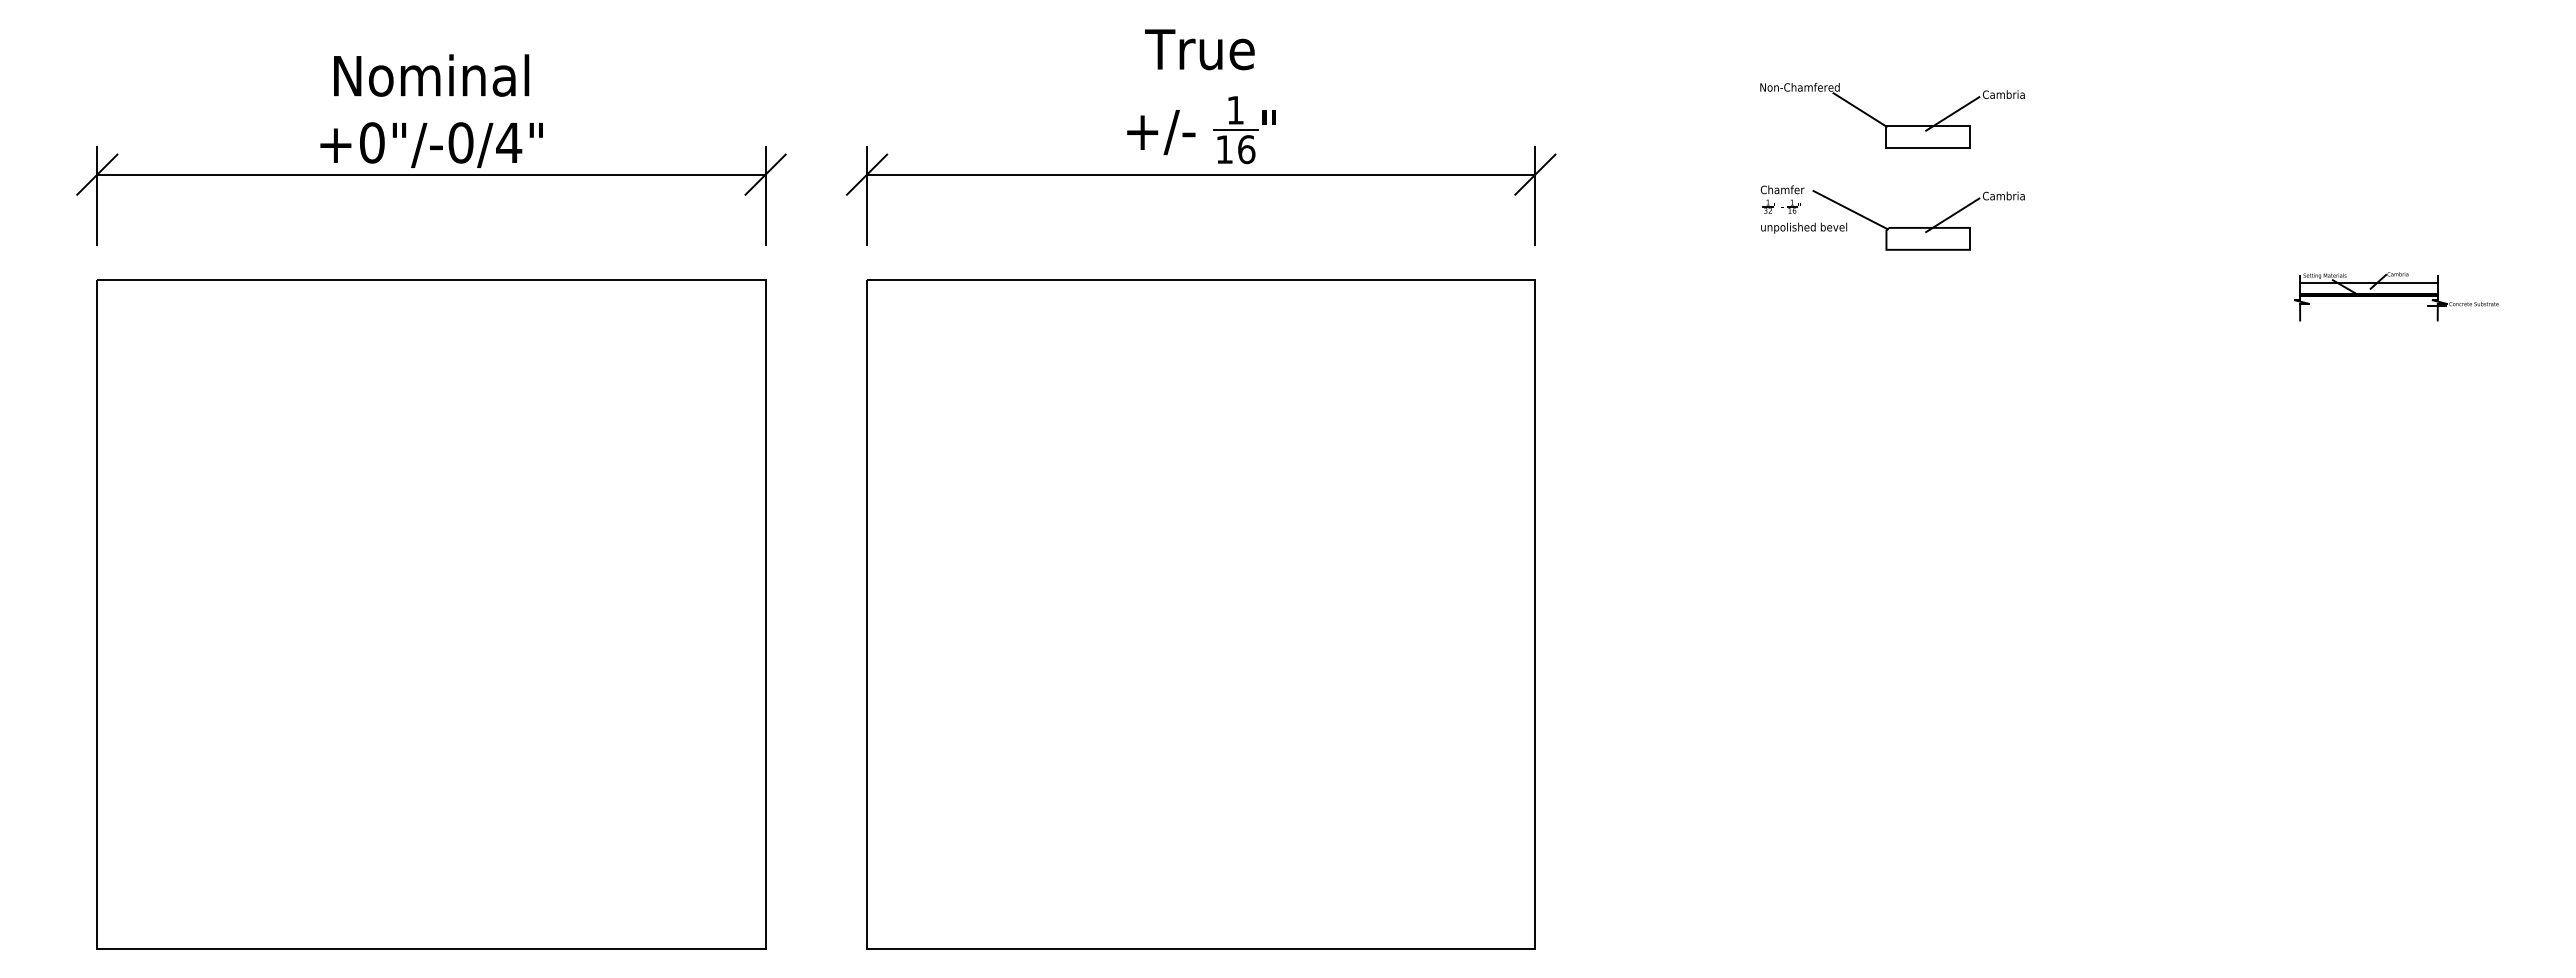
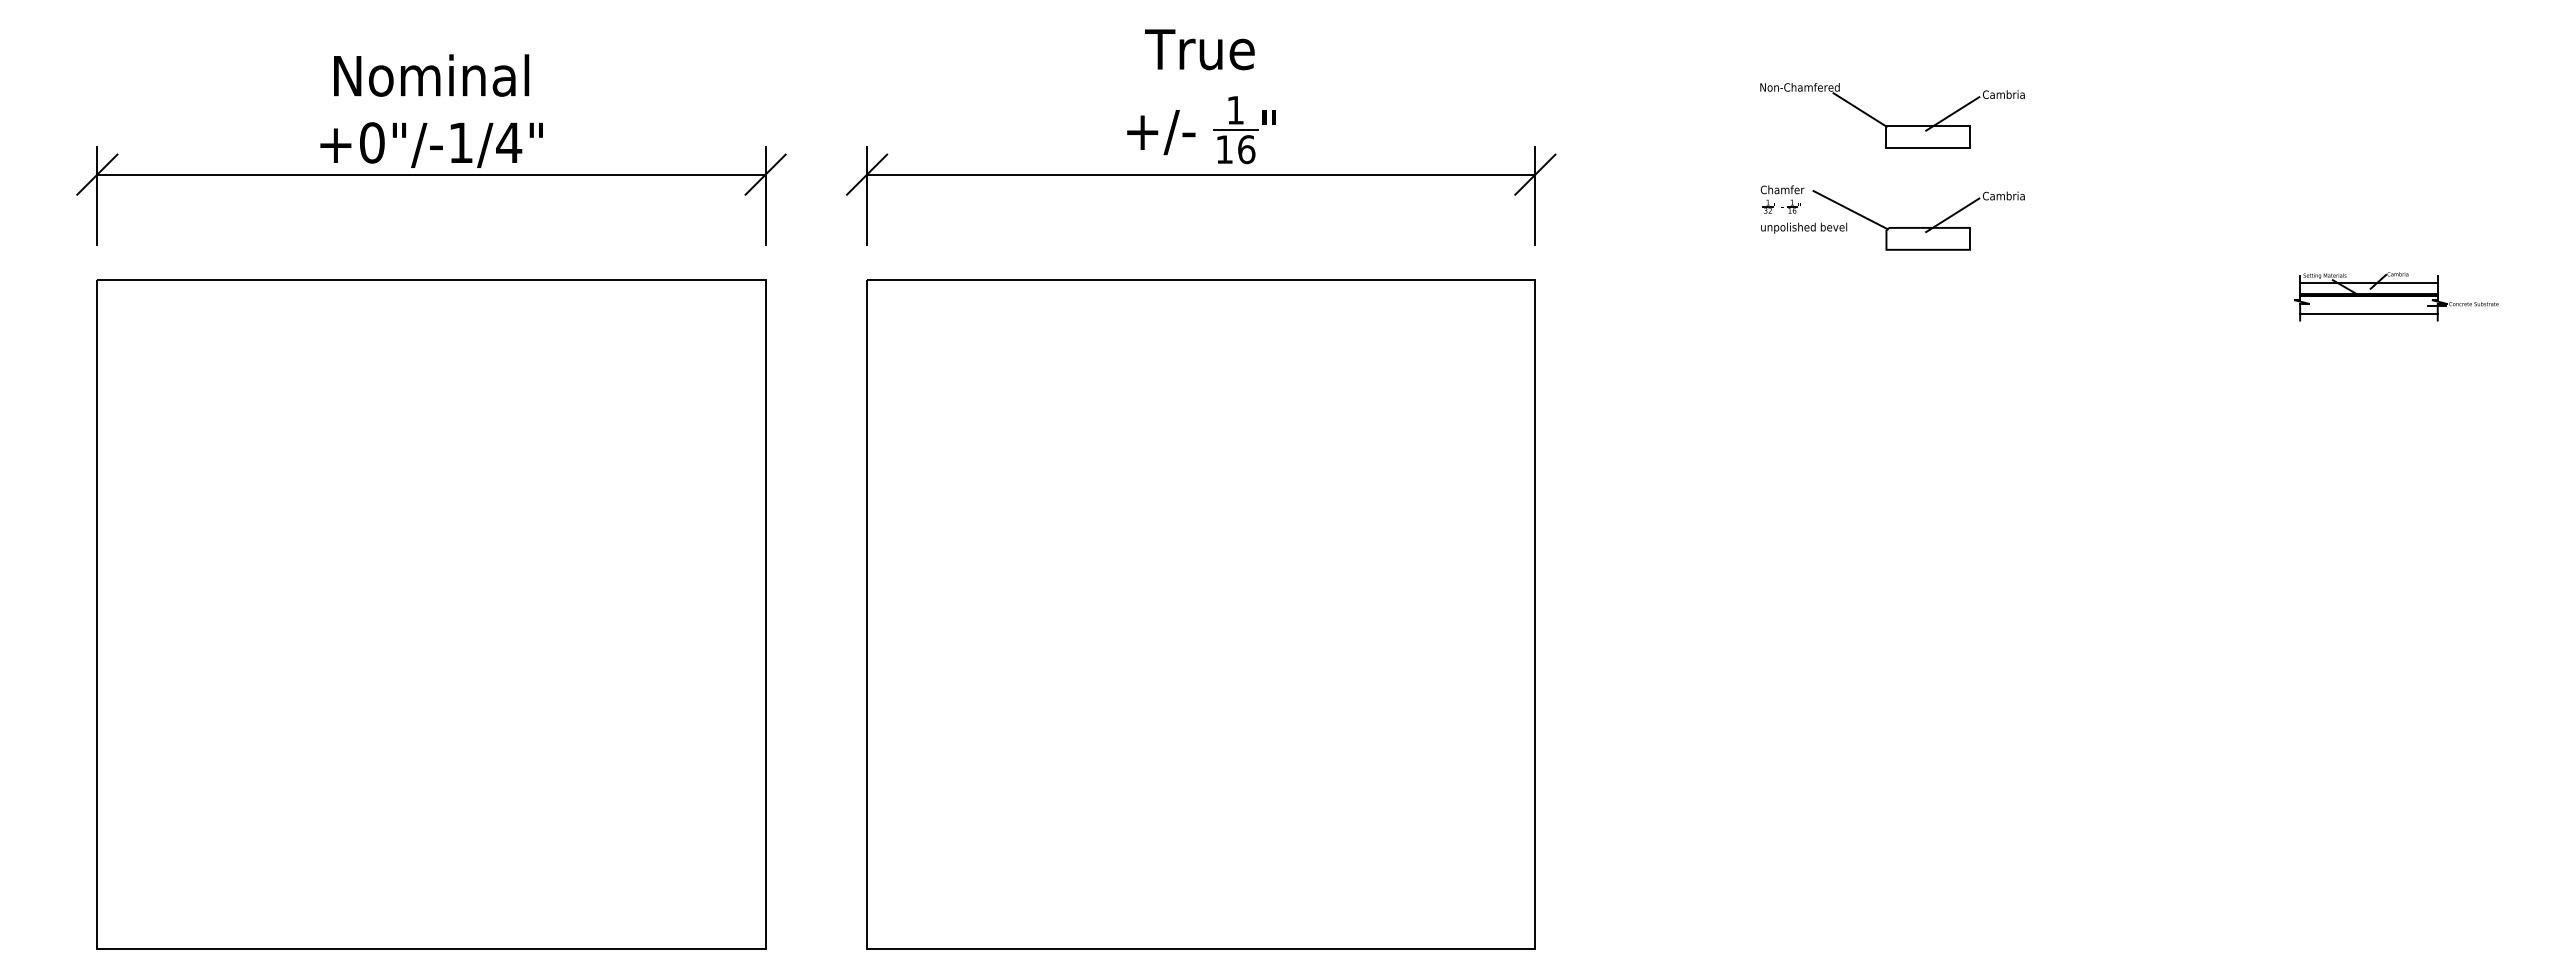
text at (460, 142): +0"/-0/4" -> +0"/-1/4"
line at (2368, 313): none -> present
